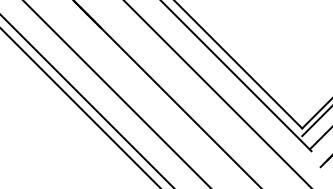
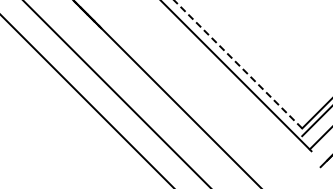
line at (238, 64): solid -> dashed
line at (216, 93): present -> none
line at (80, 107): present -> none
